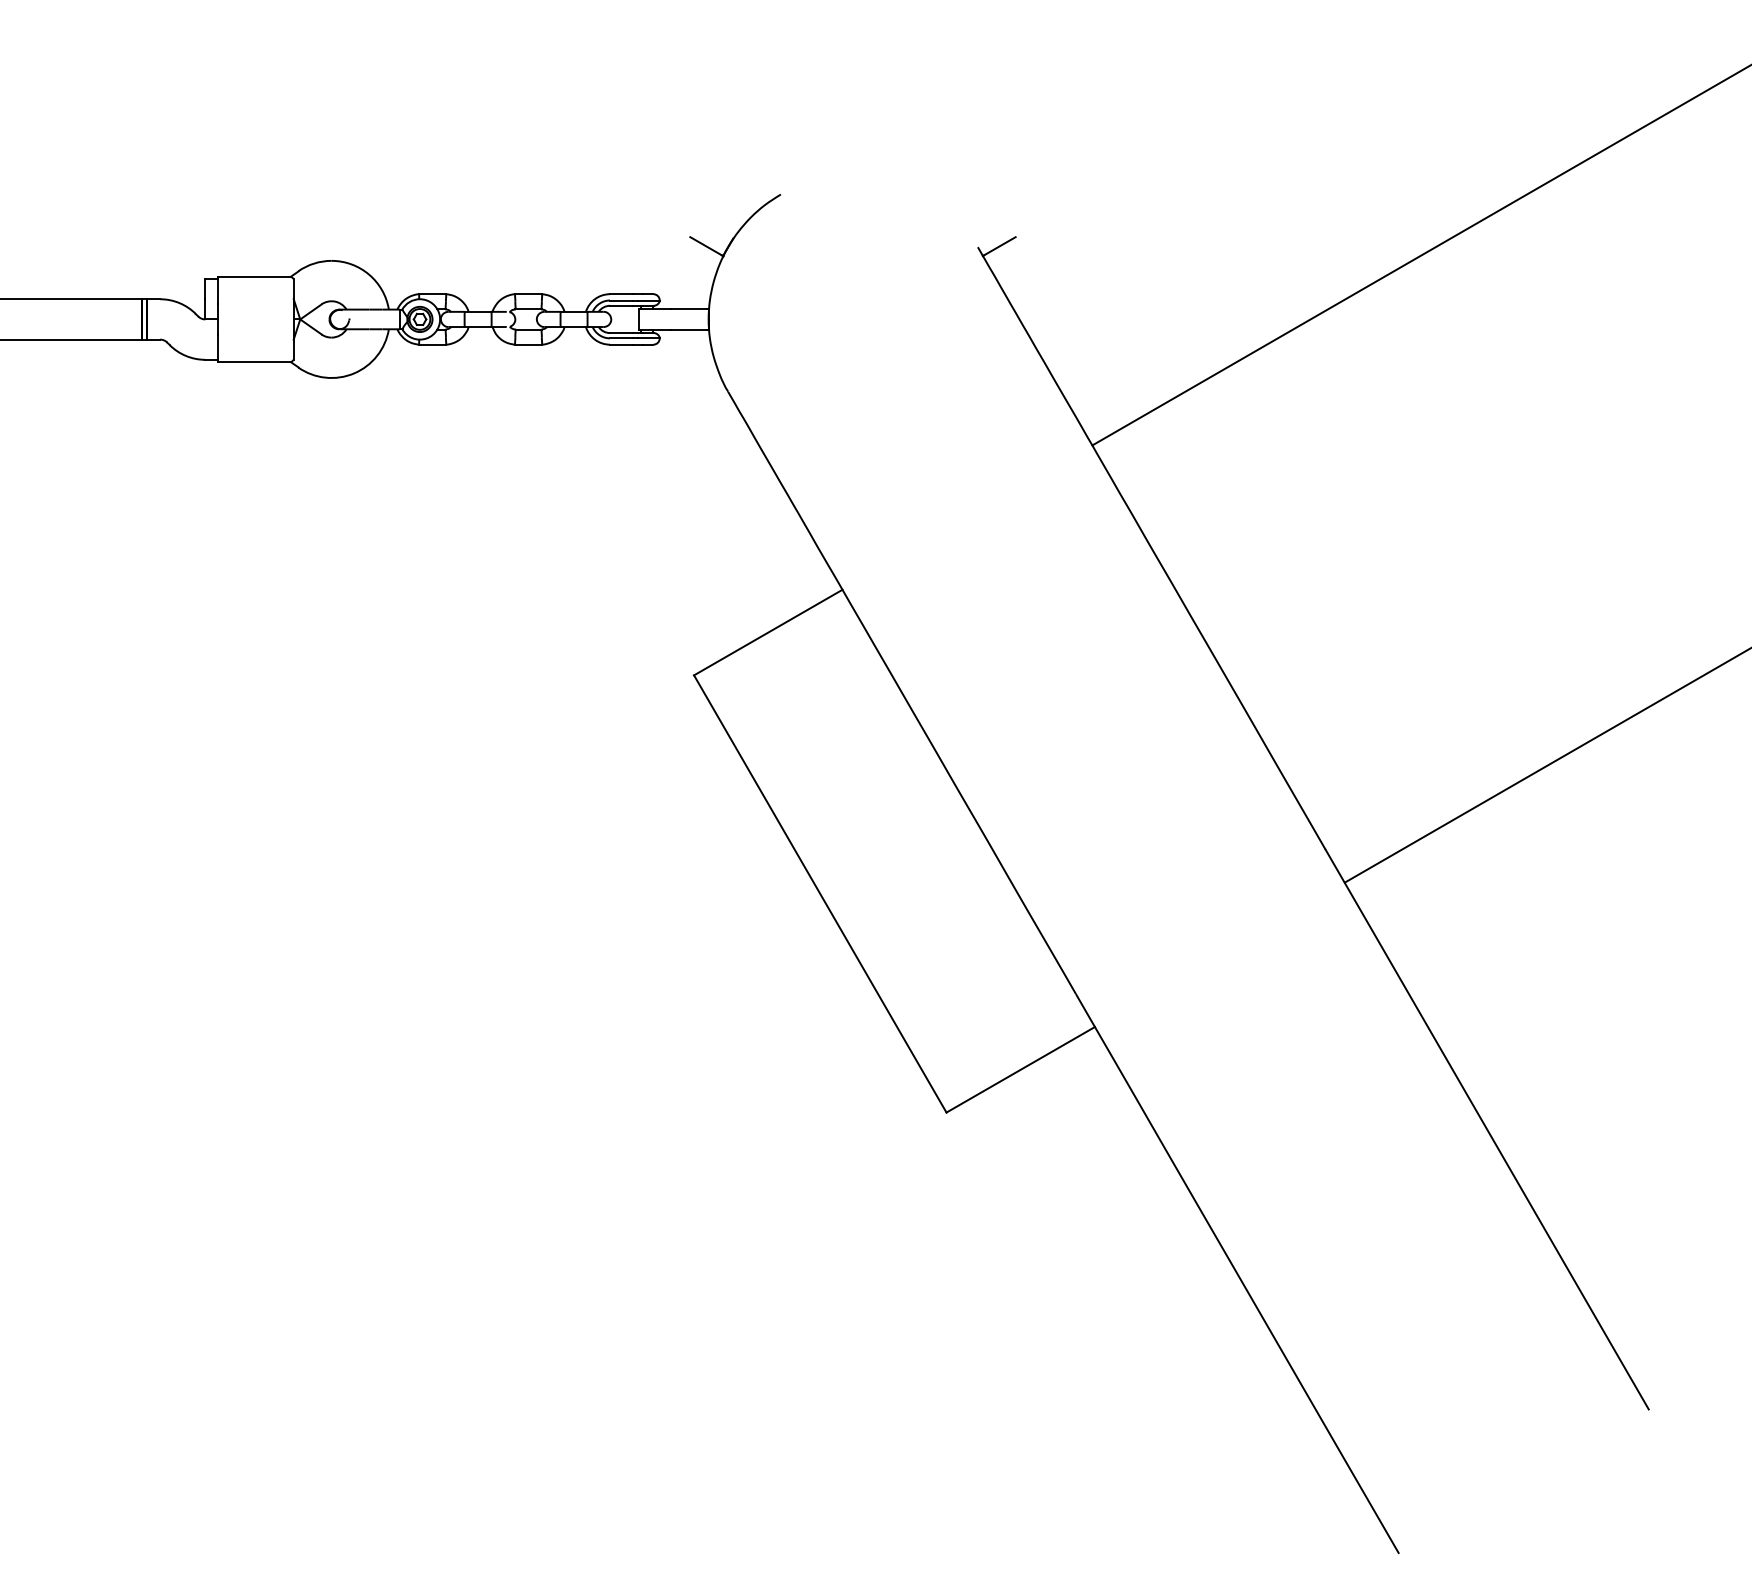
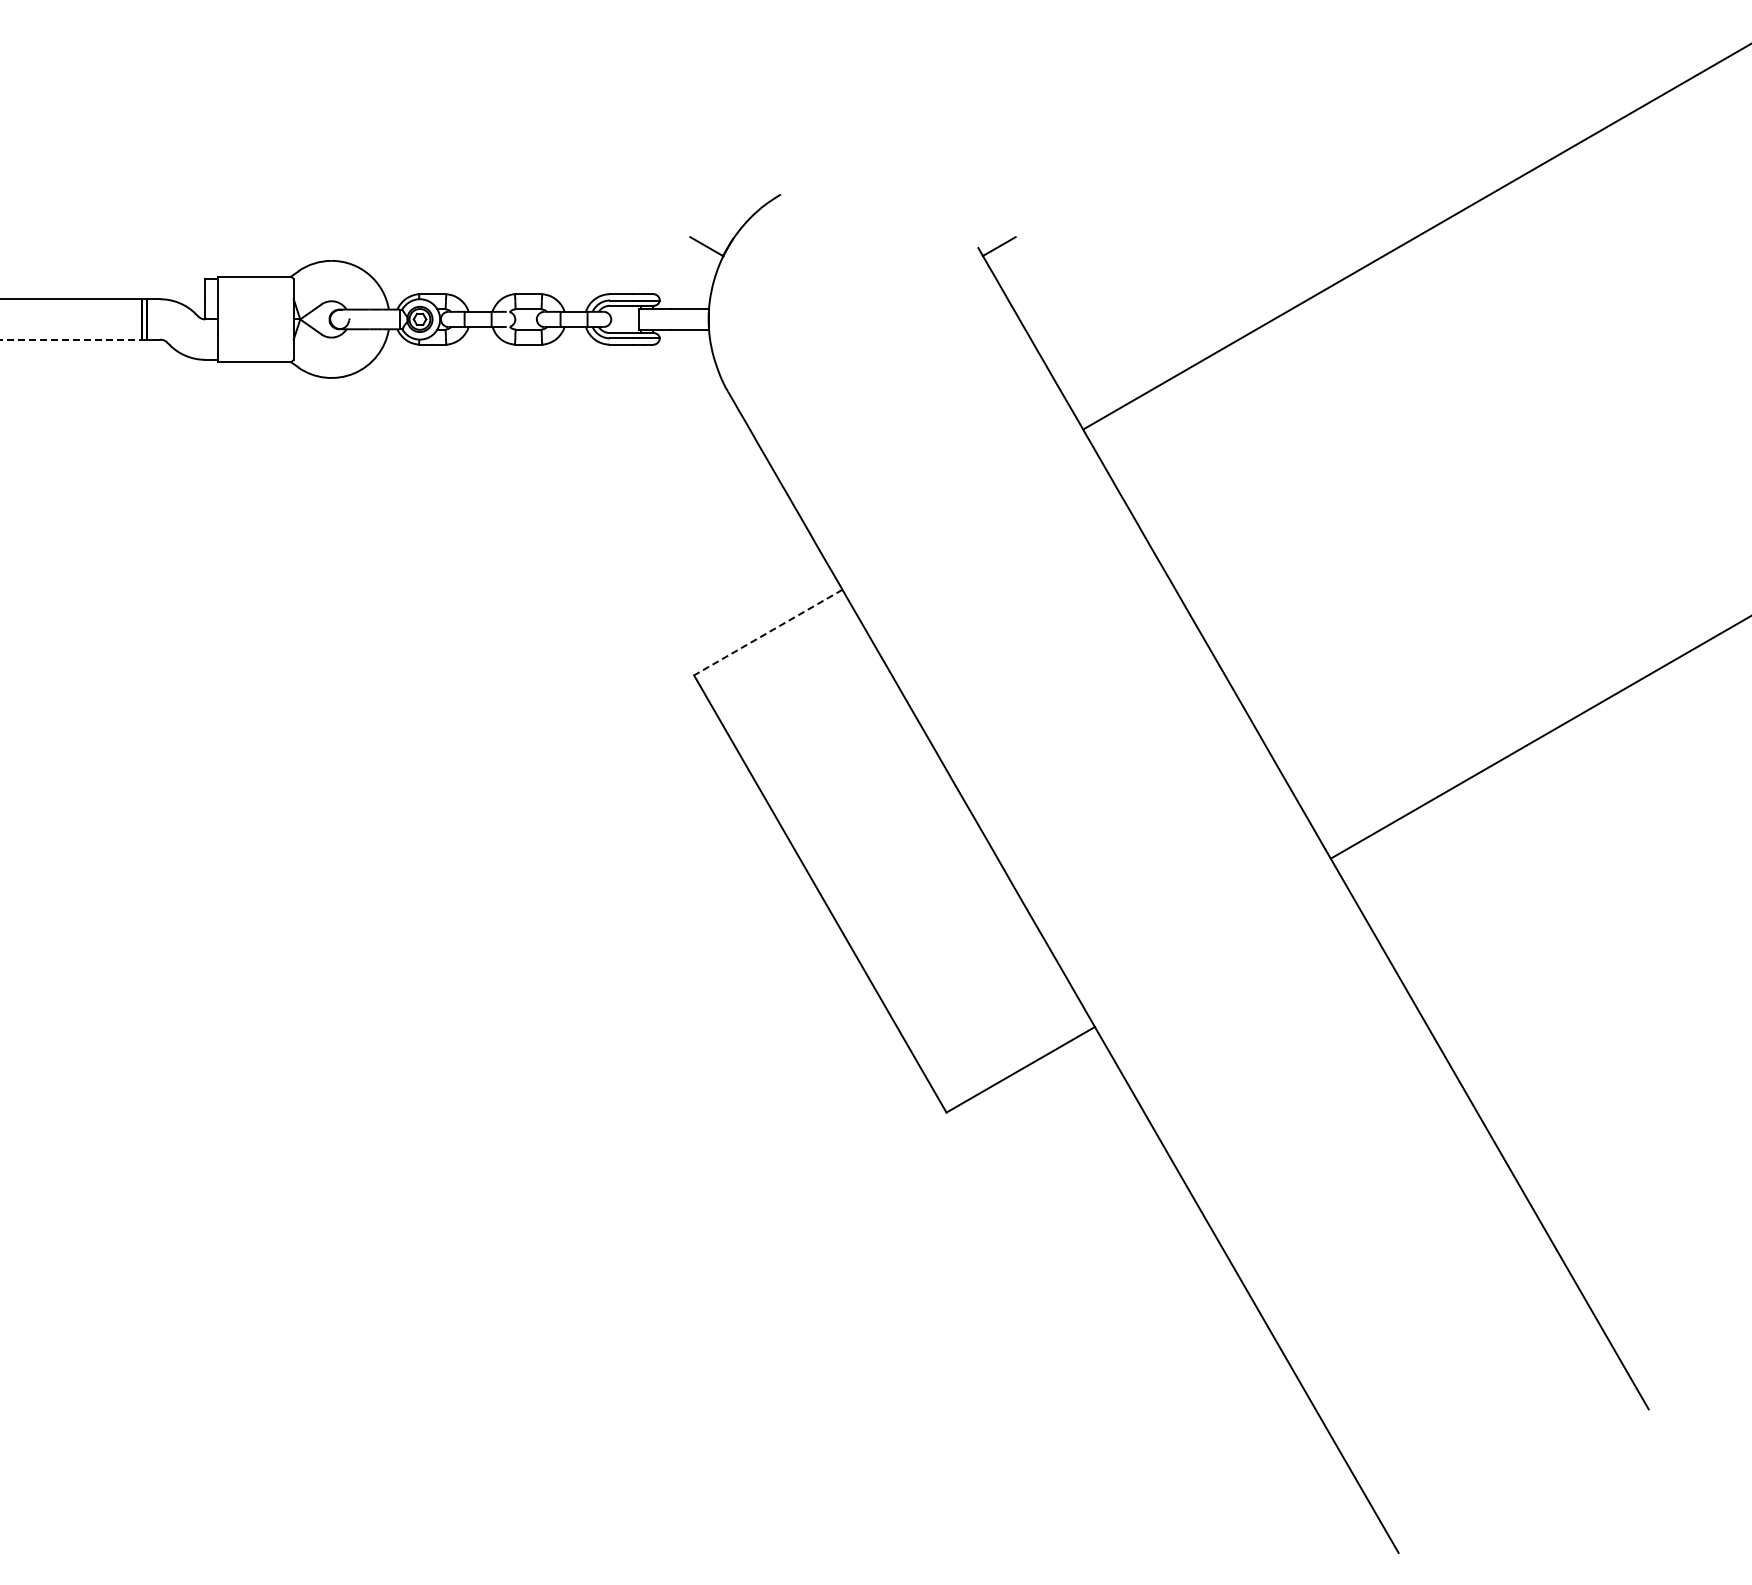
line at (1420, 255) position: (1420, 255) -> (1415, 237)
line at (71, 339): solid -> dashed
line at (768, 632): solid -> dashed
line at (1546, 765) position: (1546, 765) -> (1539, 737)
